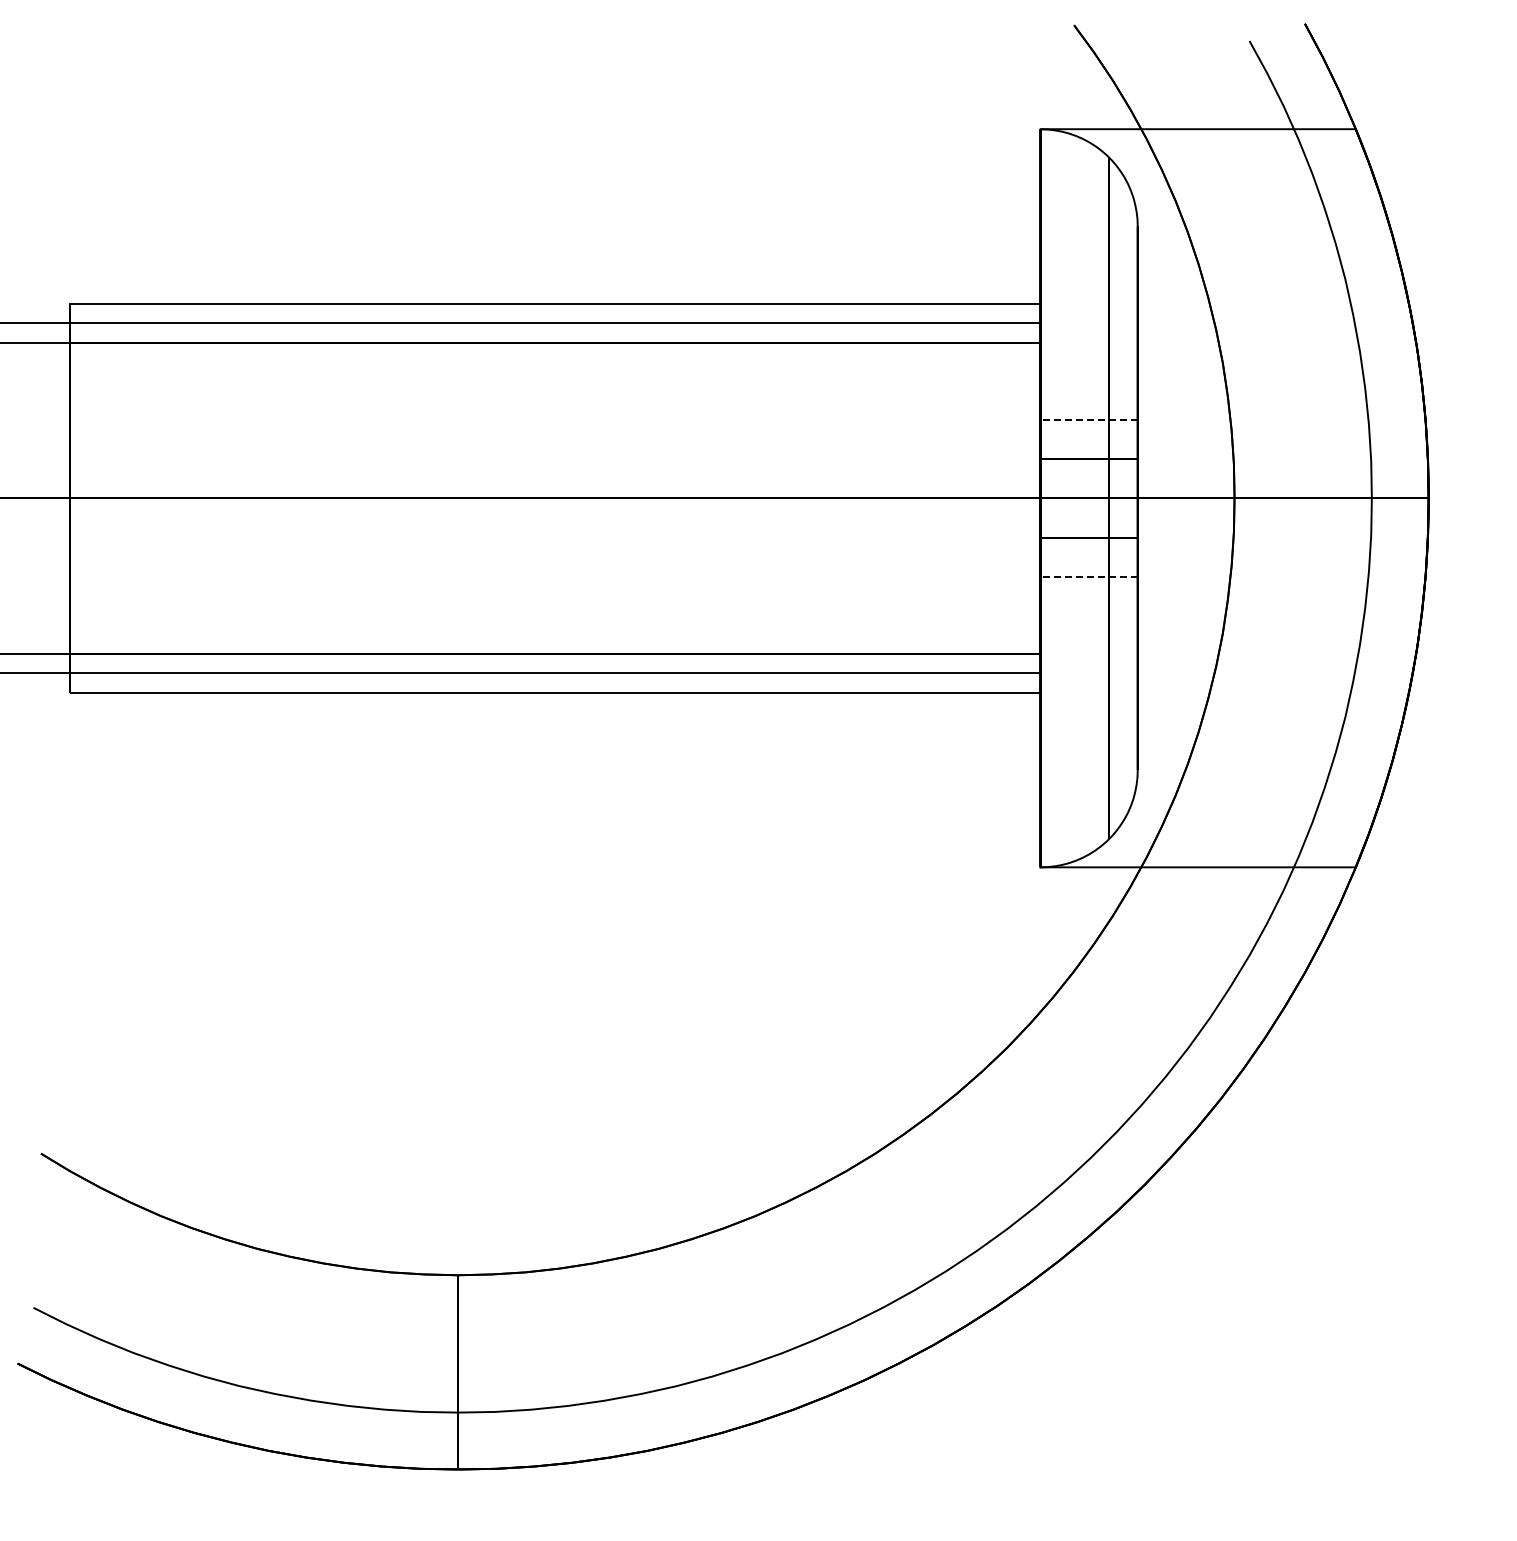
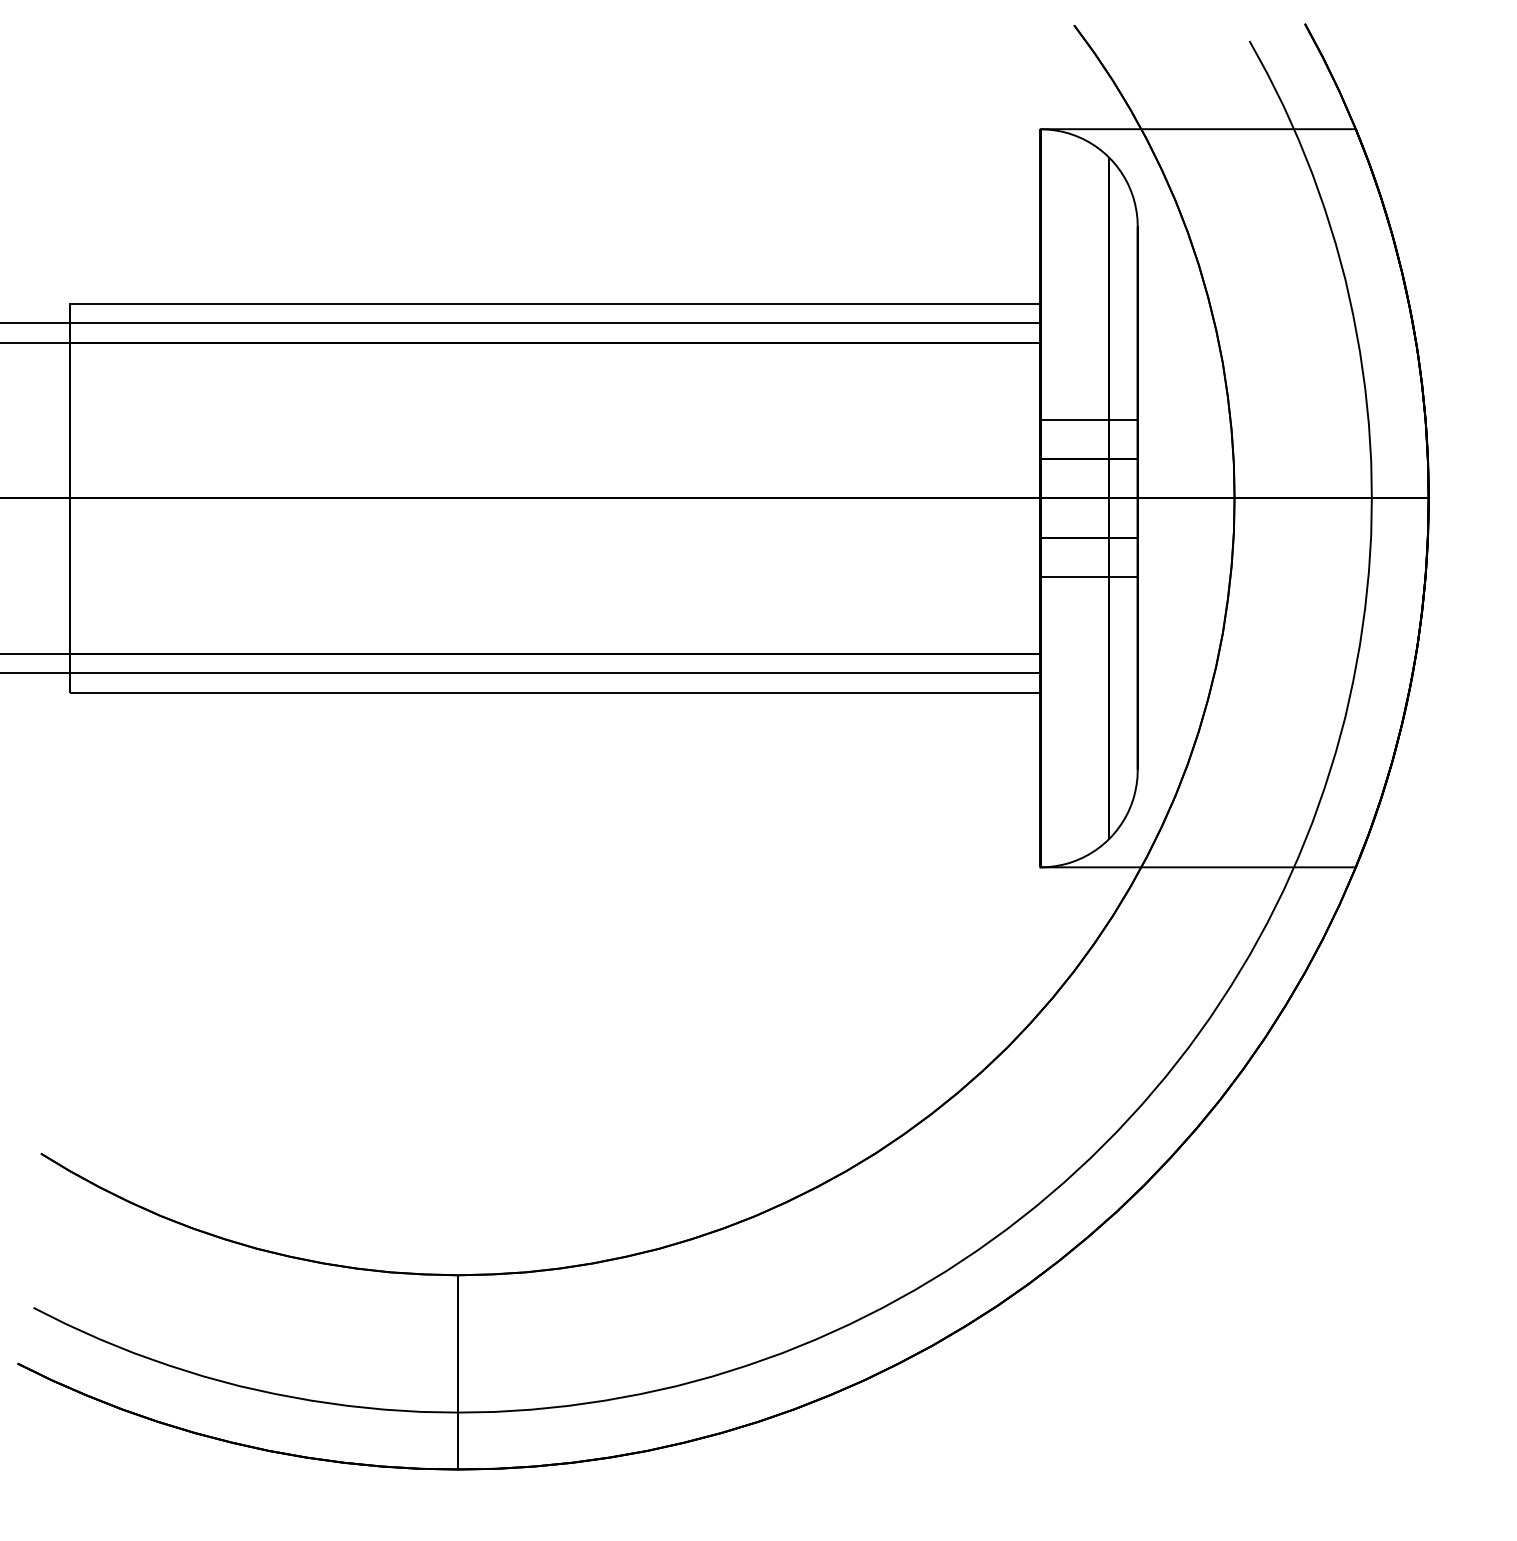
line at (1089, 419): dashed -> solid
line at (1089, 576): dashed -> solid
